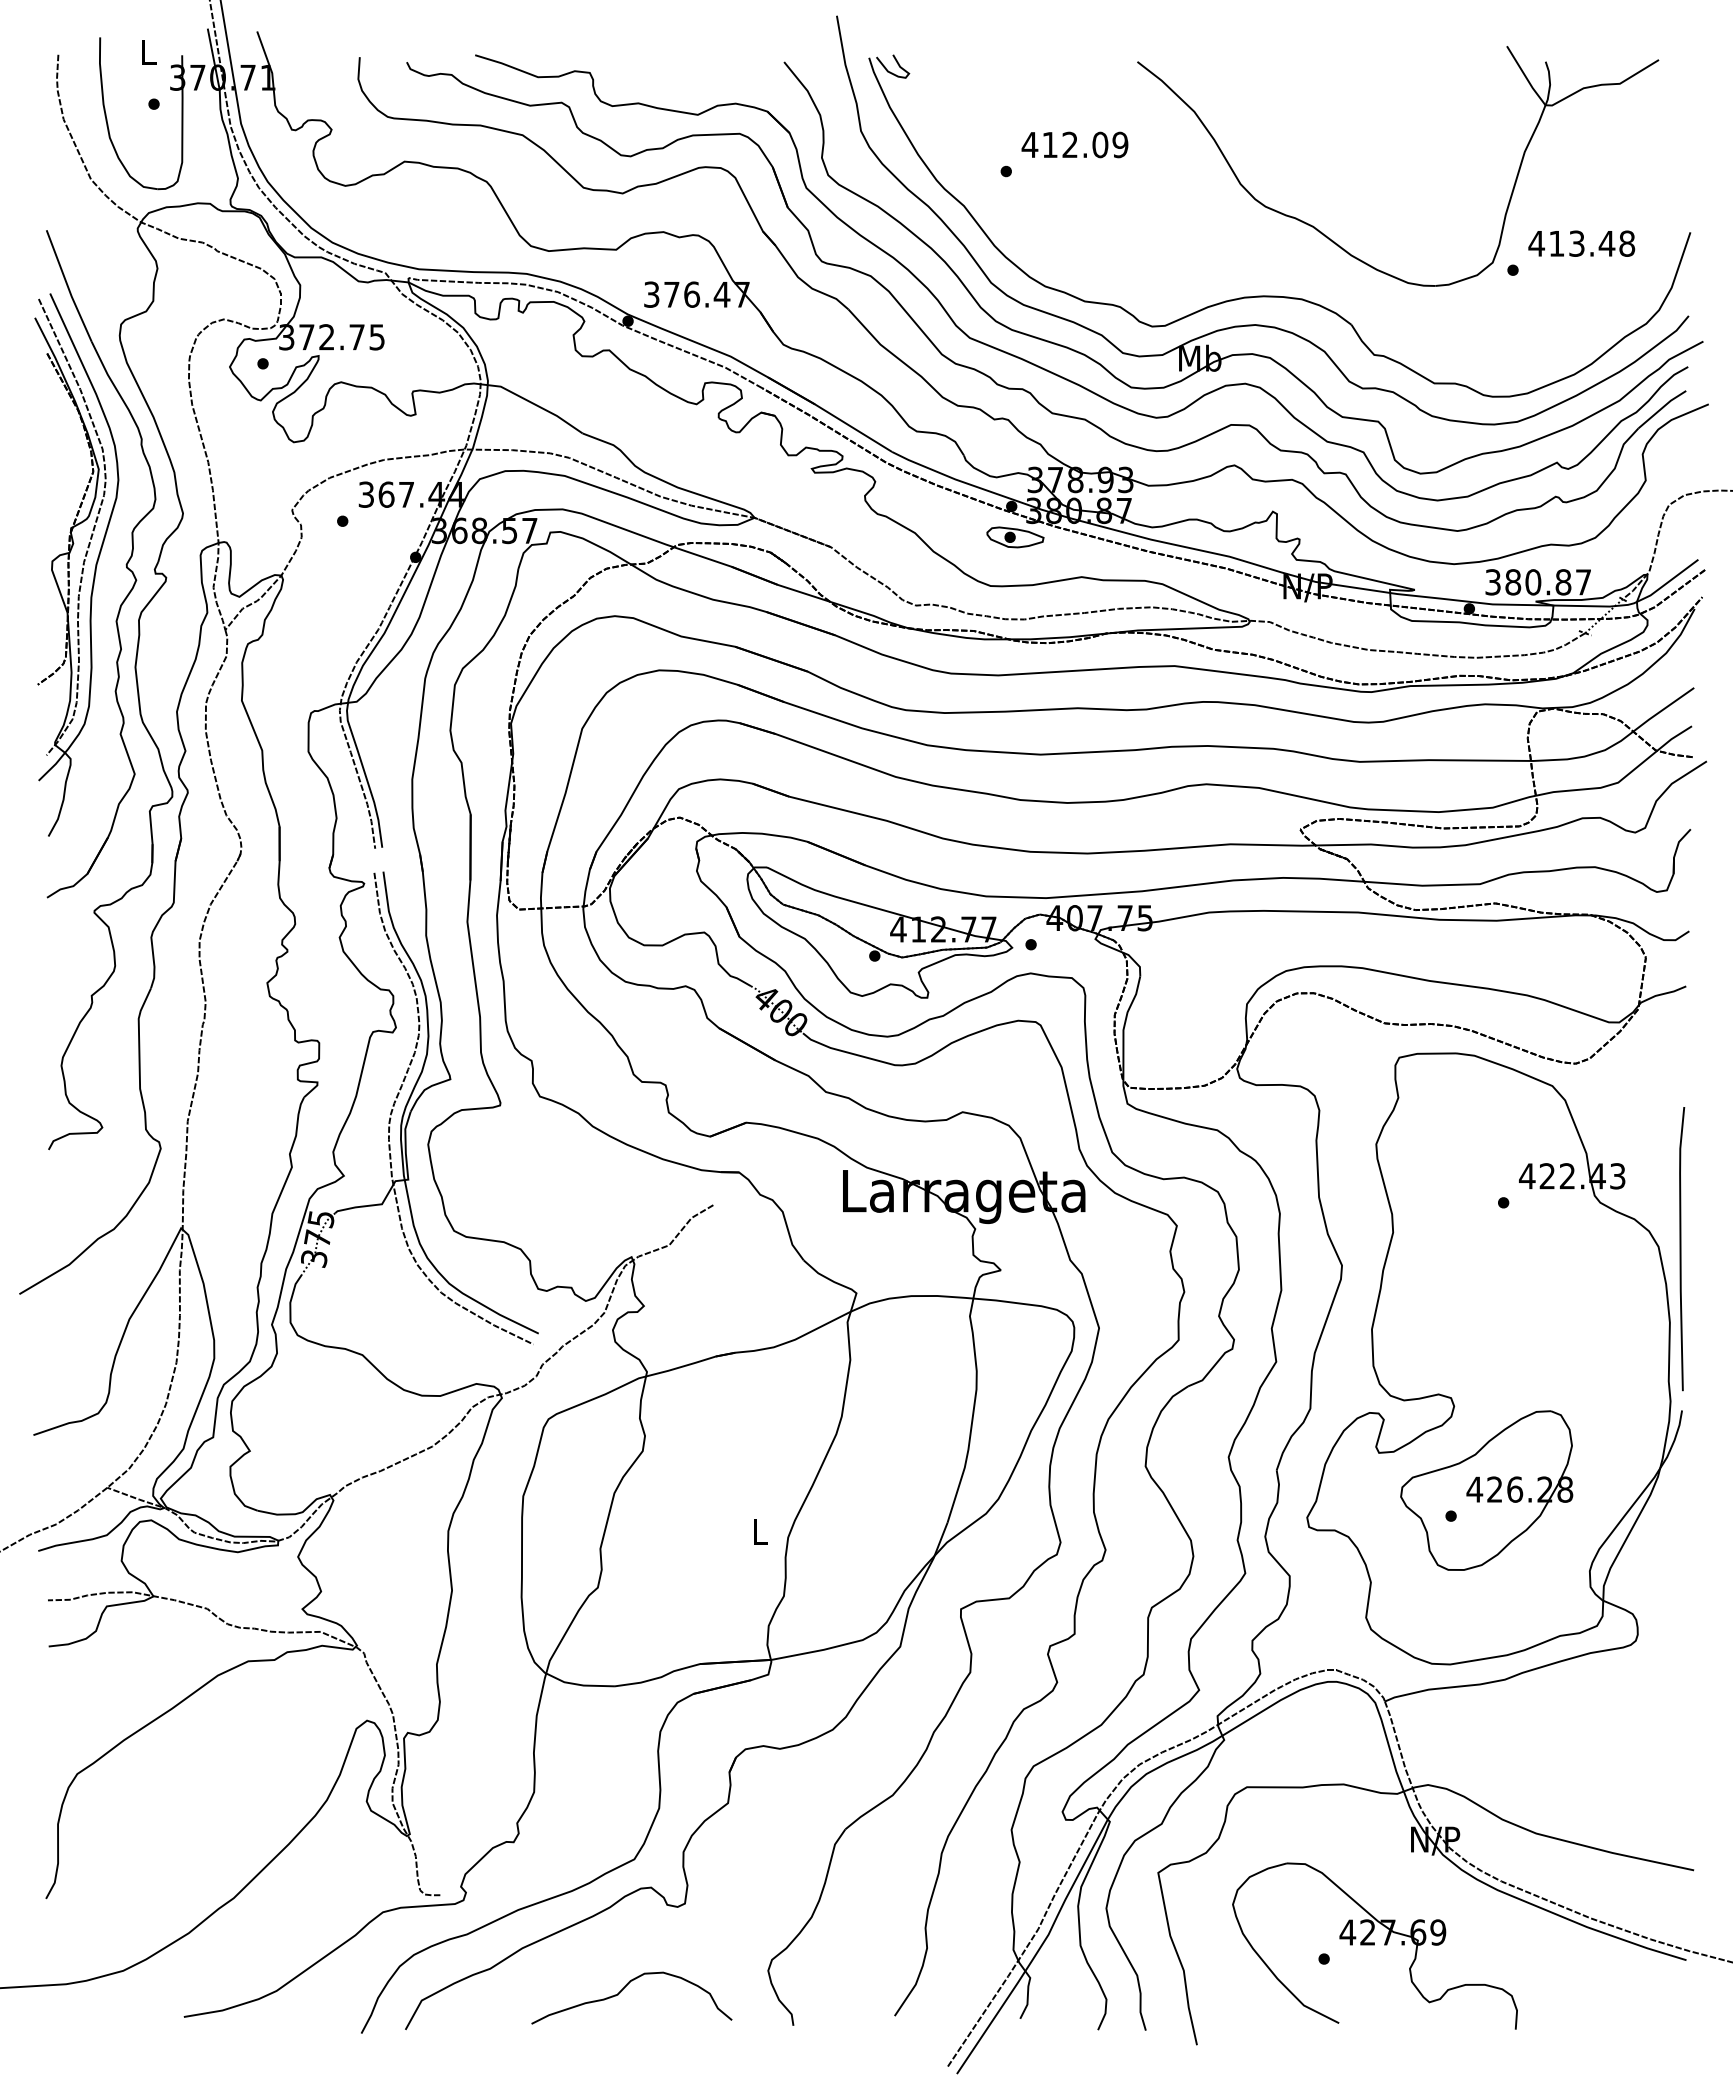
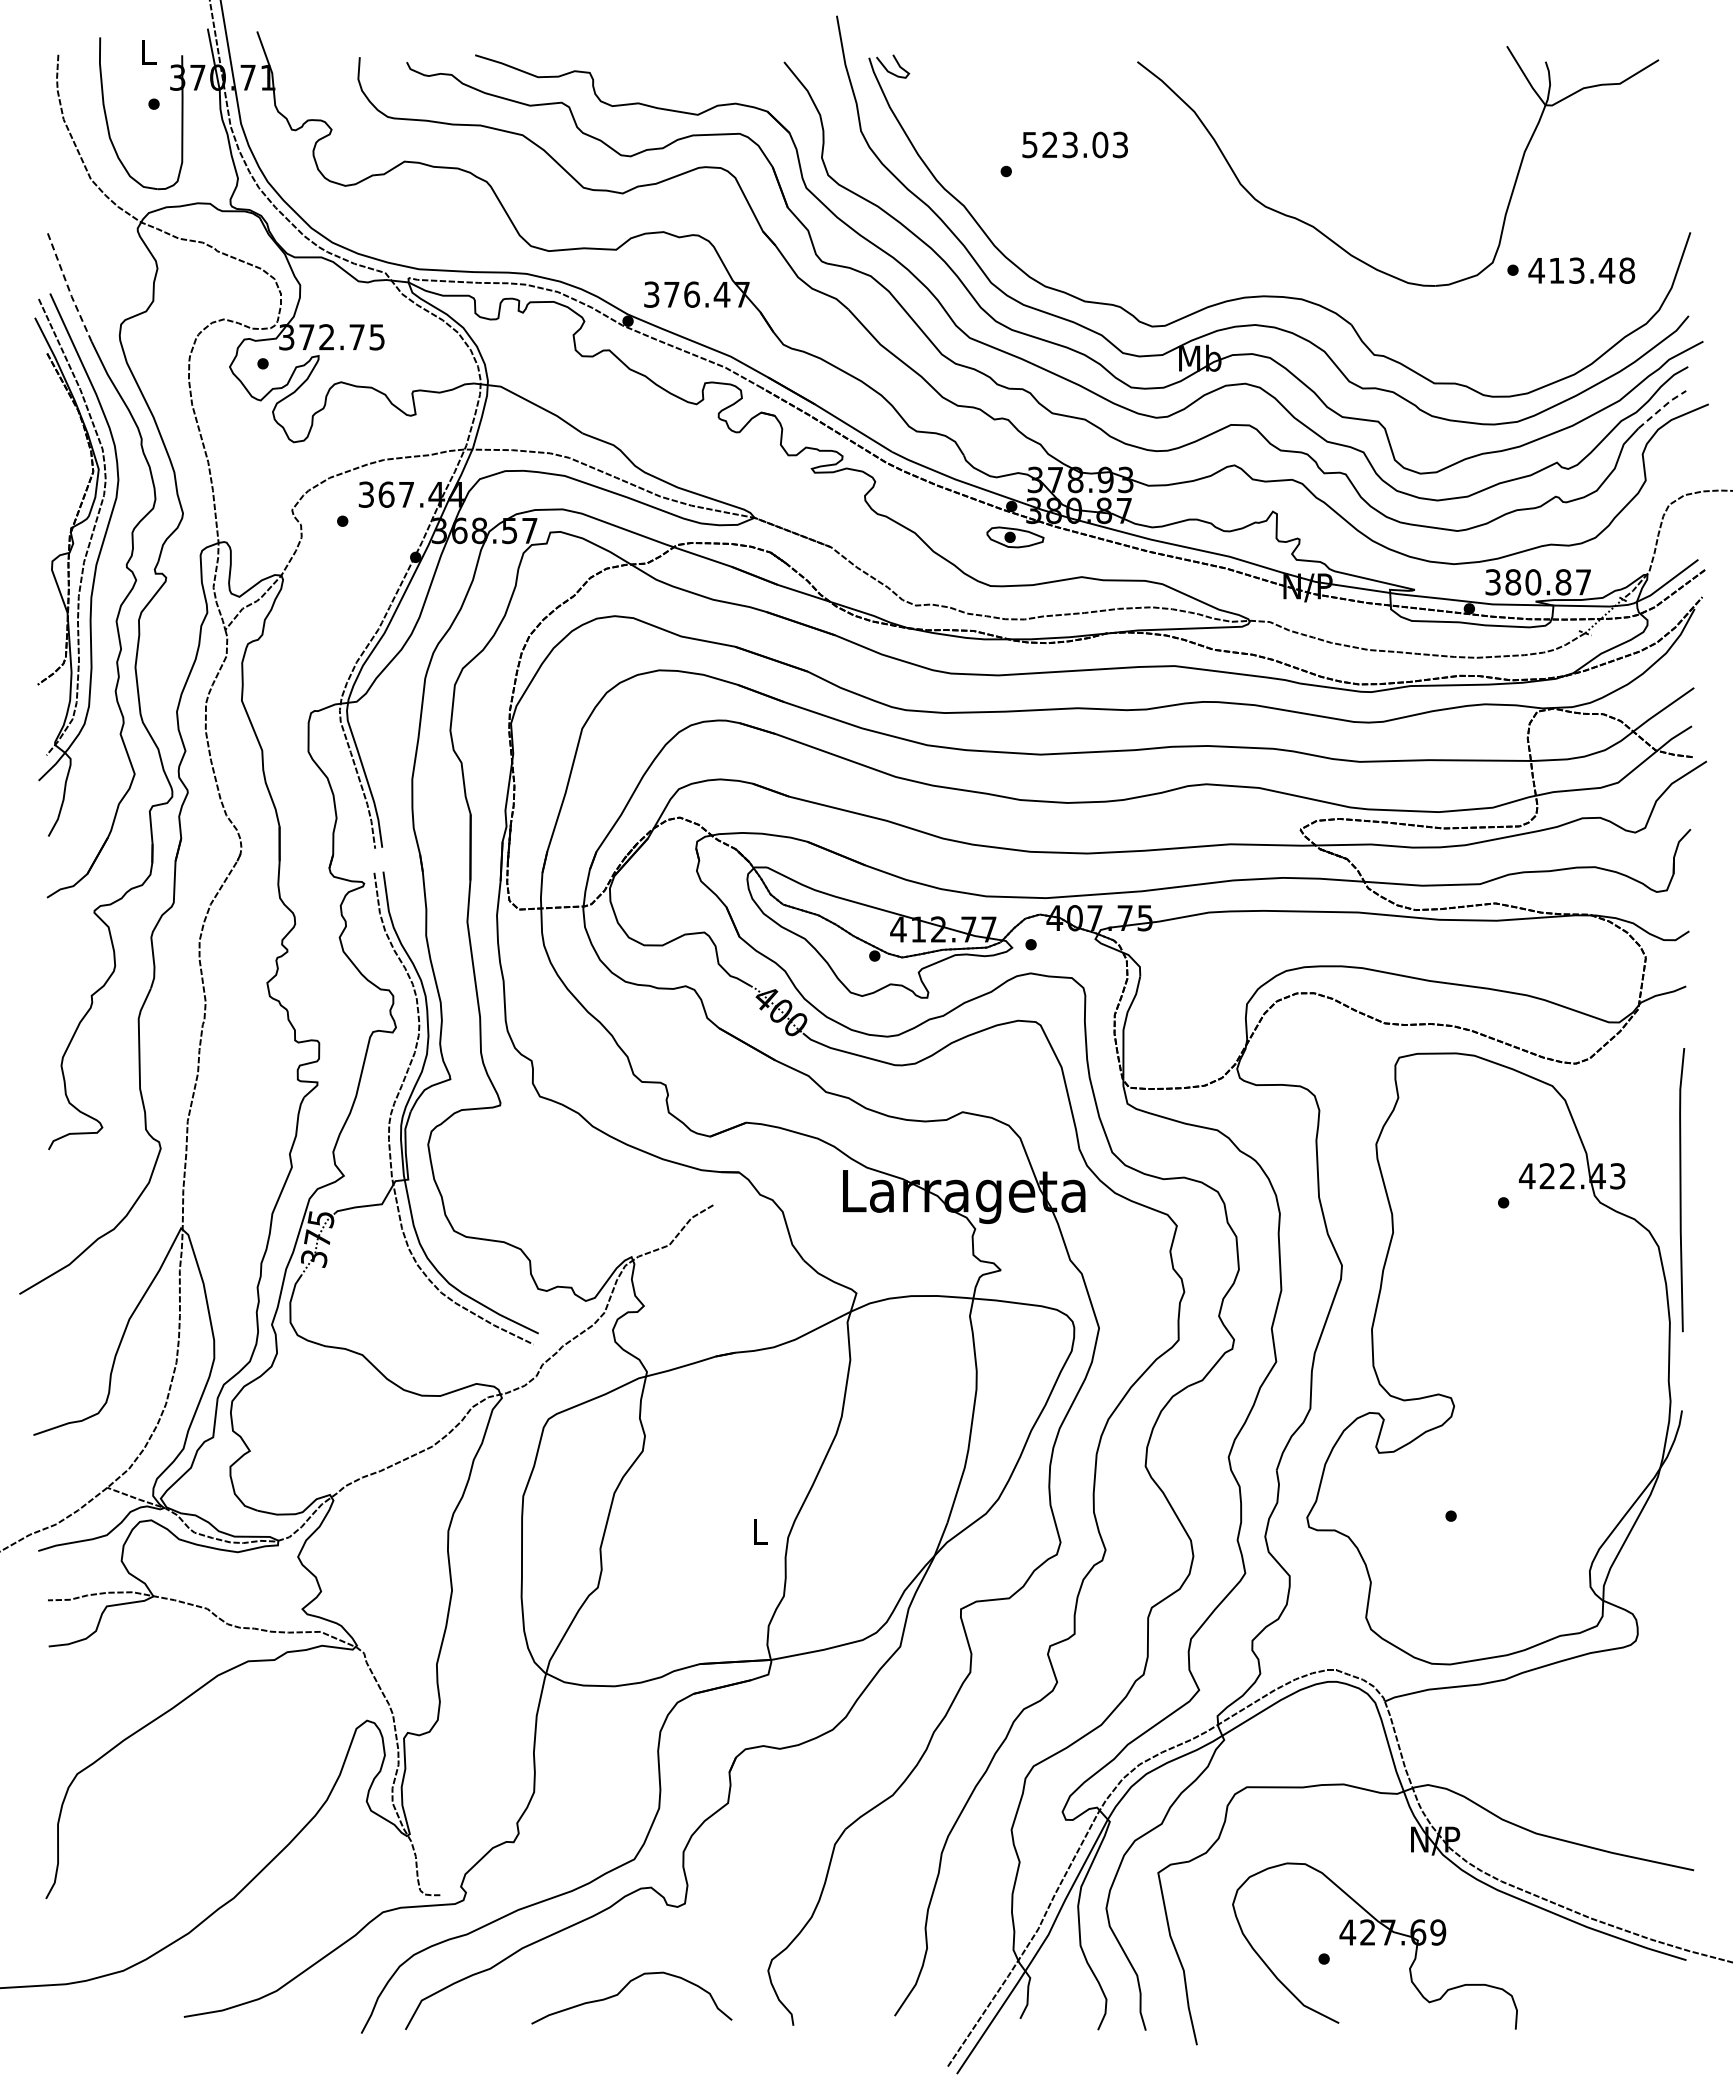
text at (1074, 144): 412.09 -> 523.03
text at (1581, 243) position: (1581, 243) -> (1581, 270)
line at (68, 287): solid -> dashed
line at (1662, 407): solid -> dashed
line at (1681, 1249) position: (1681, 1249) -> (1681, 1190)
part at (1486, 1490): present -> none
